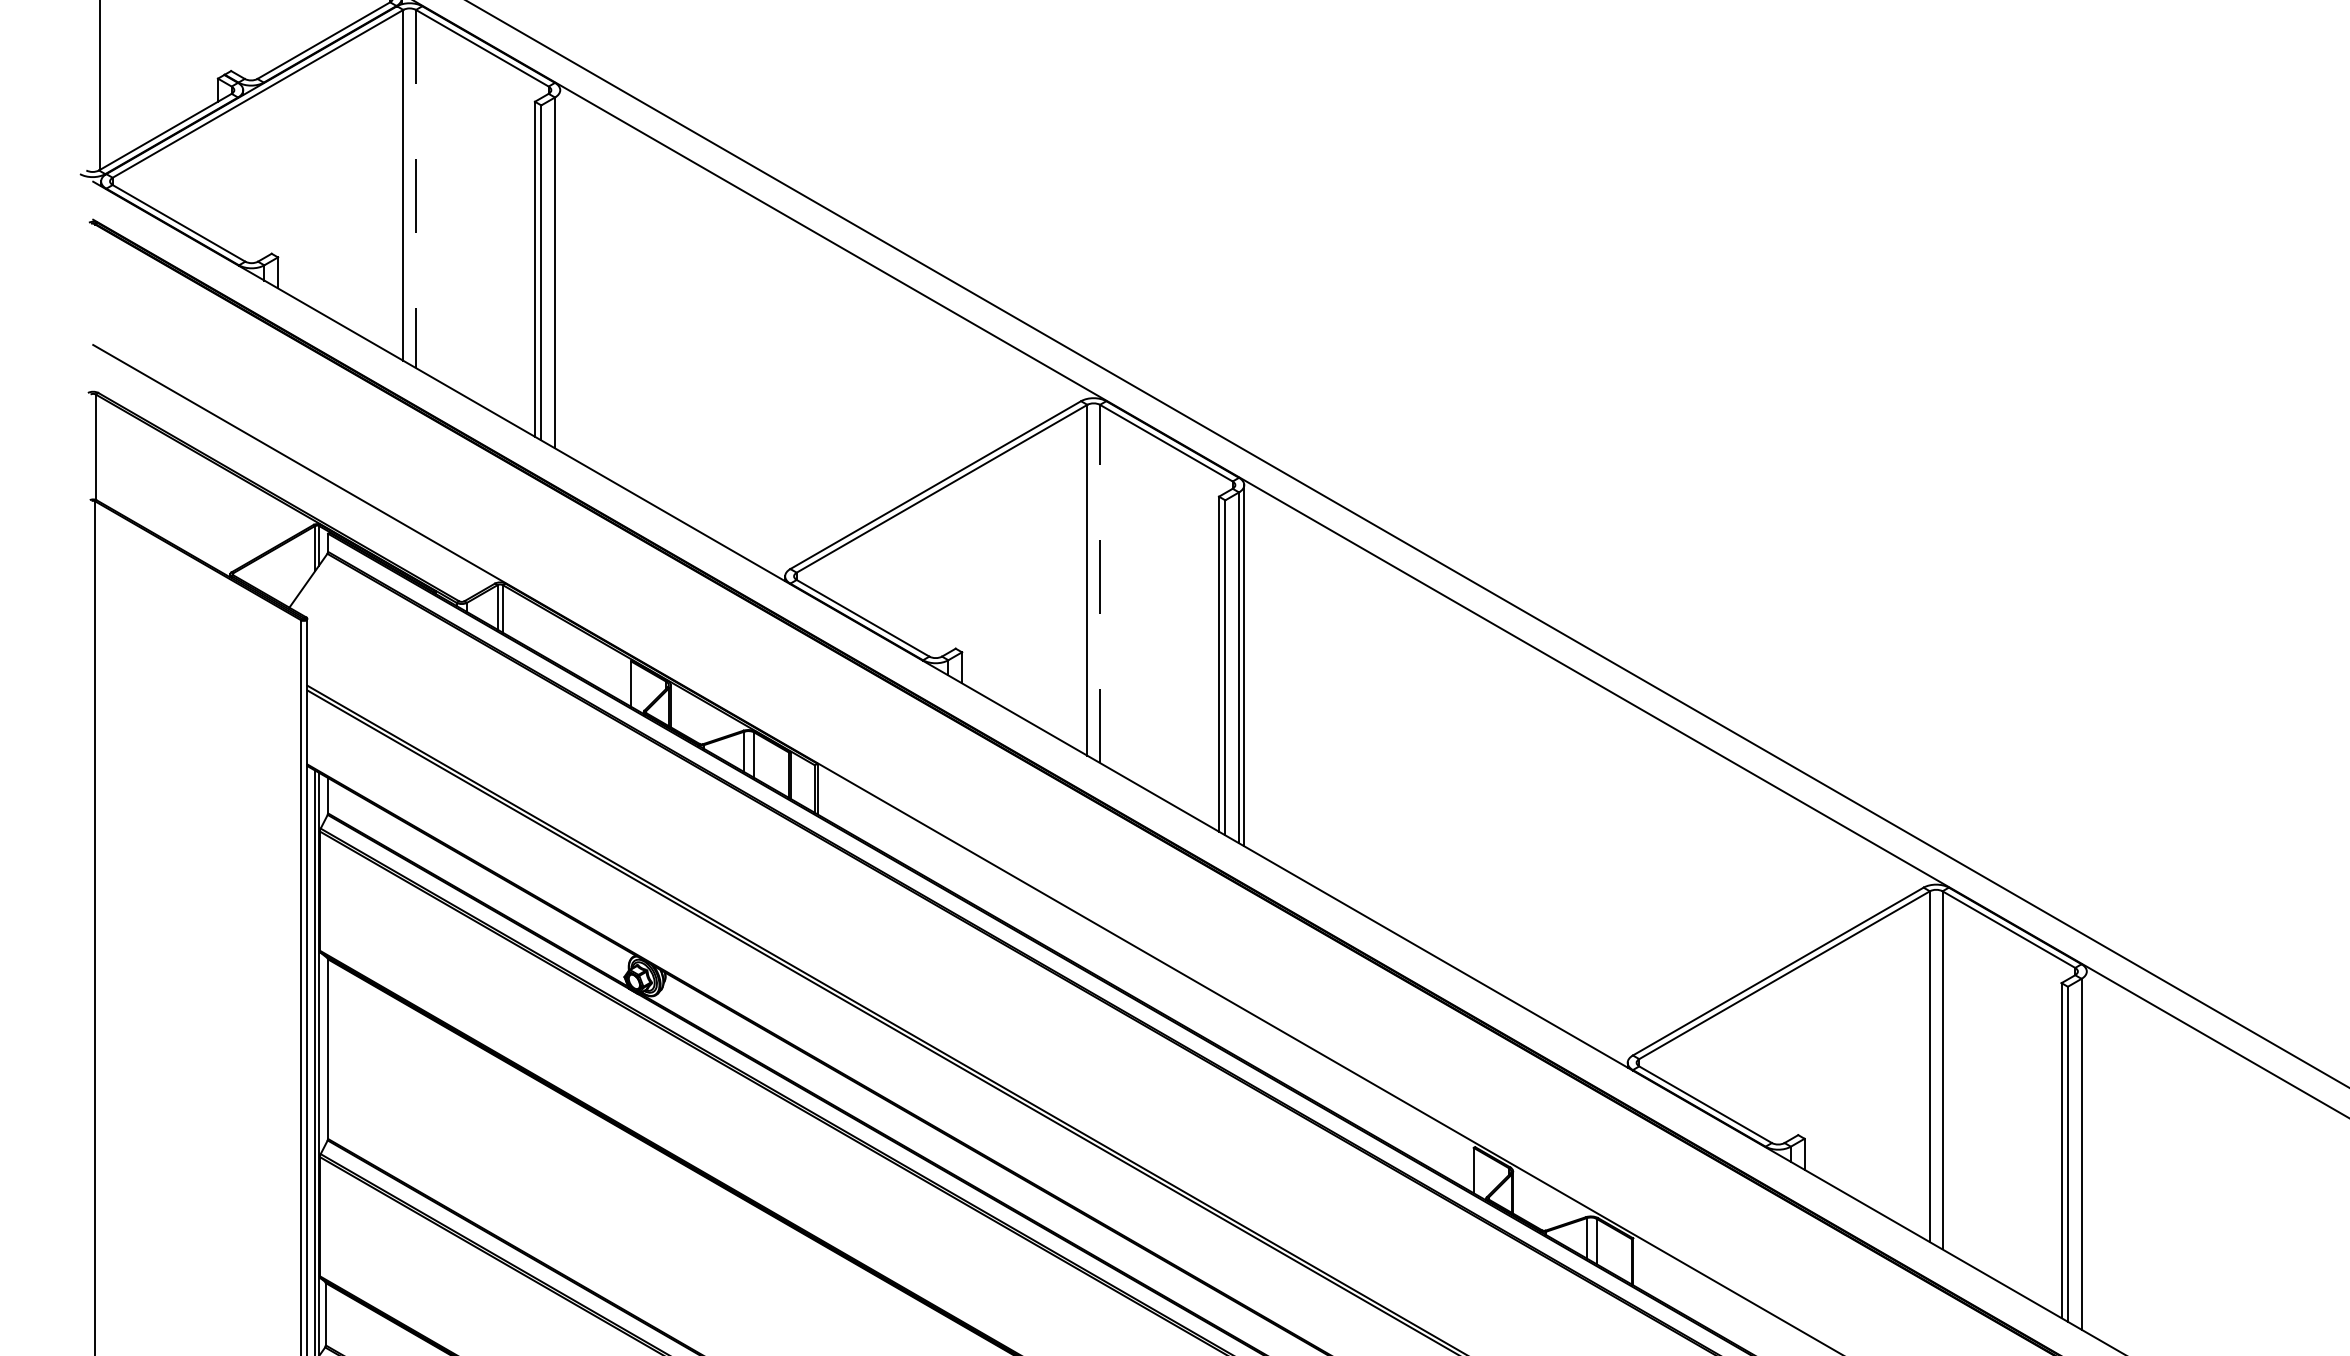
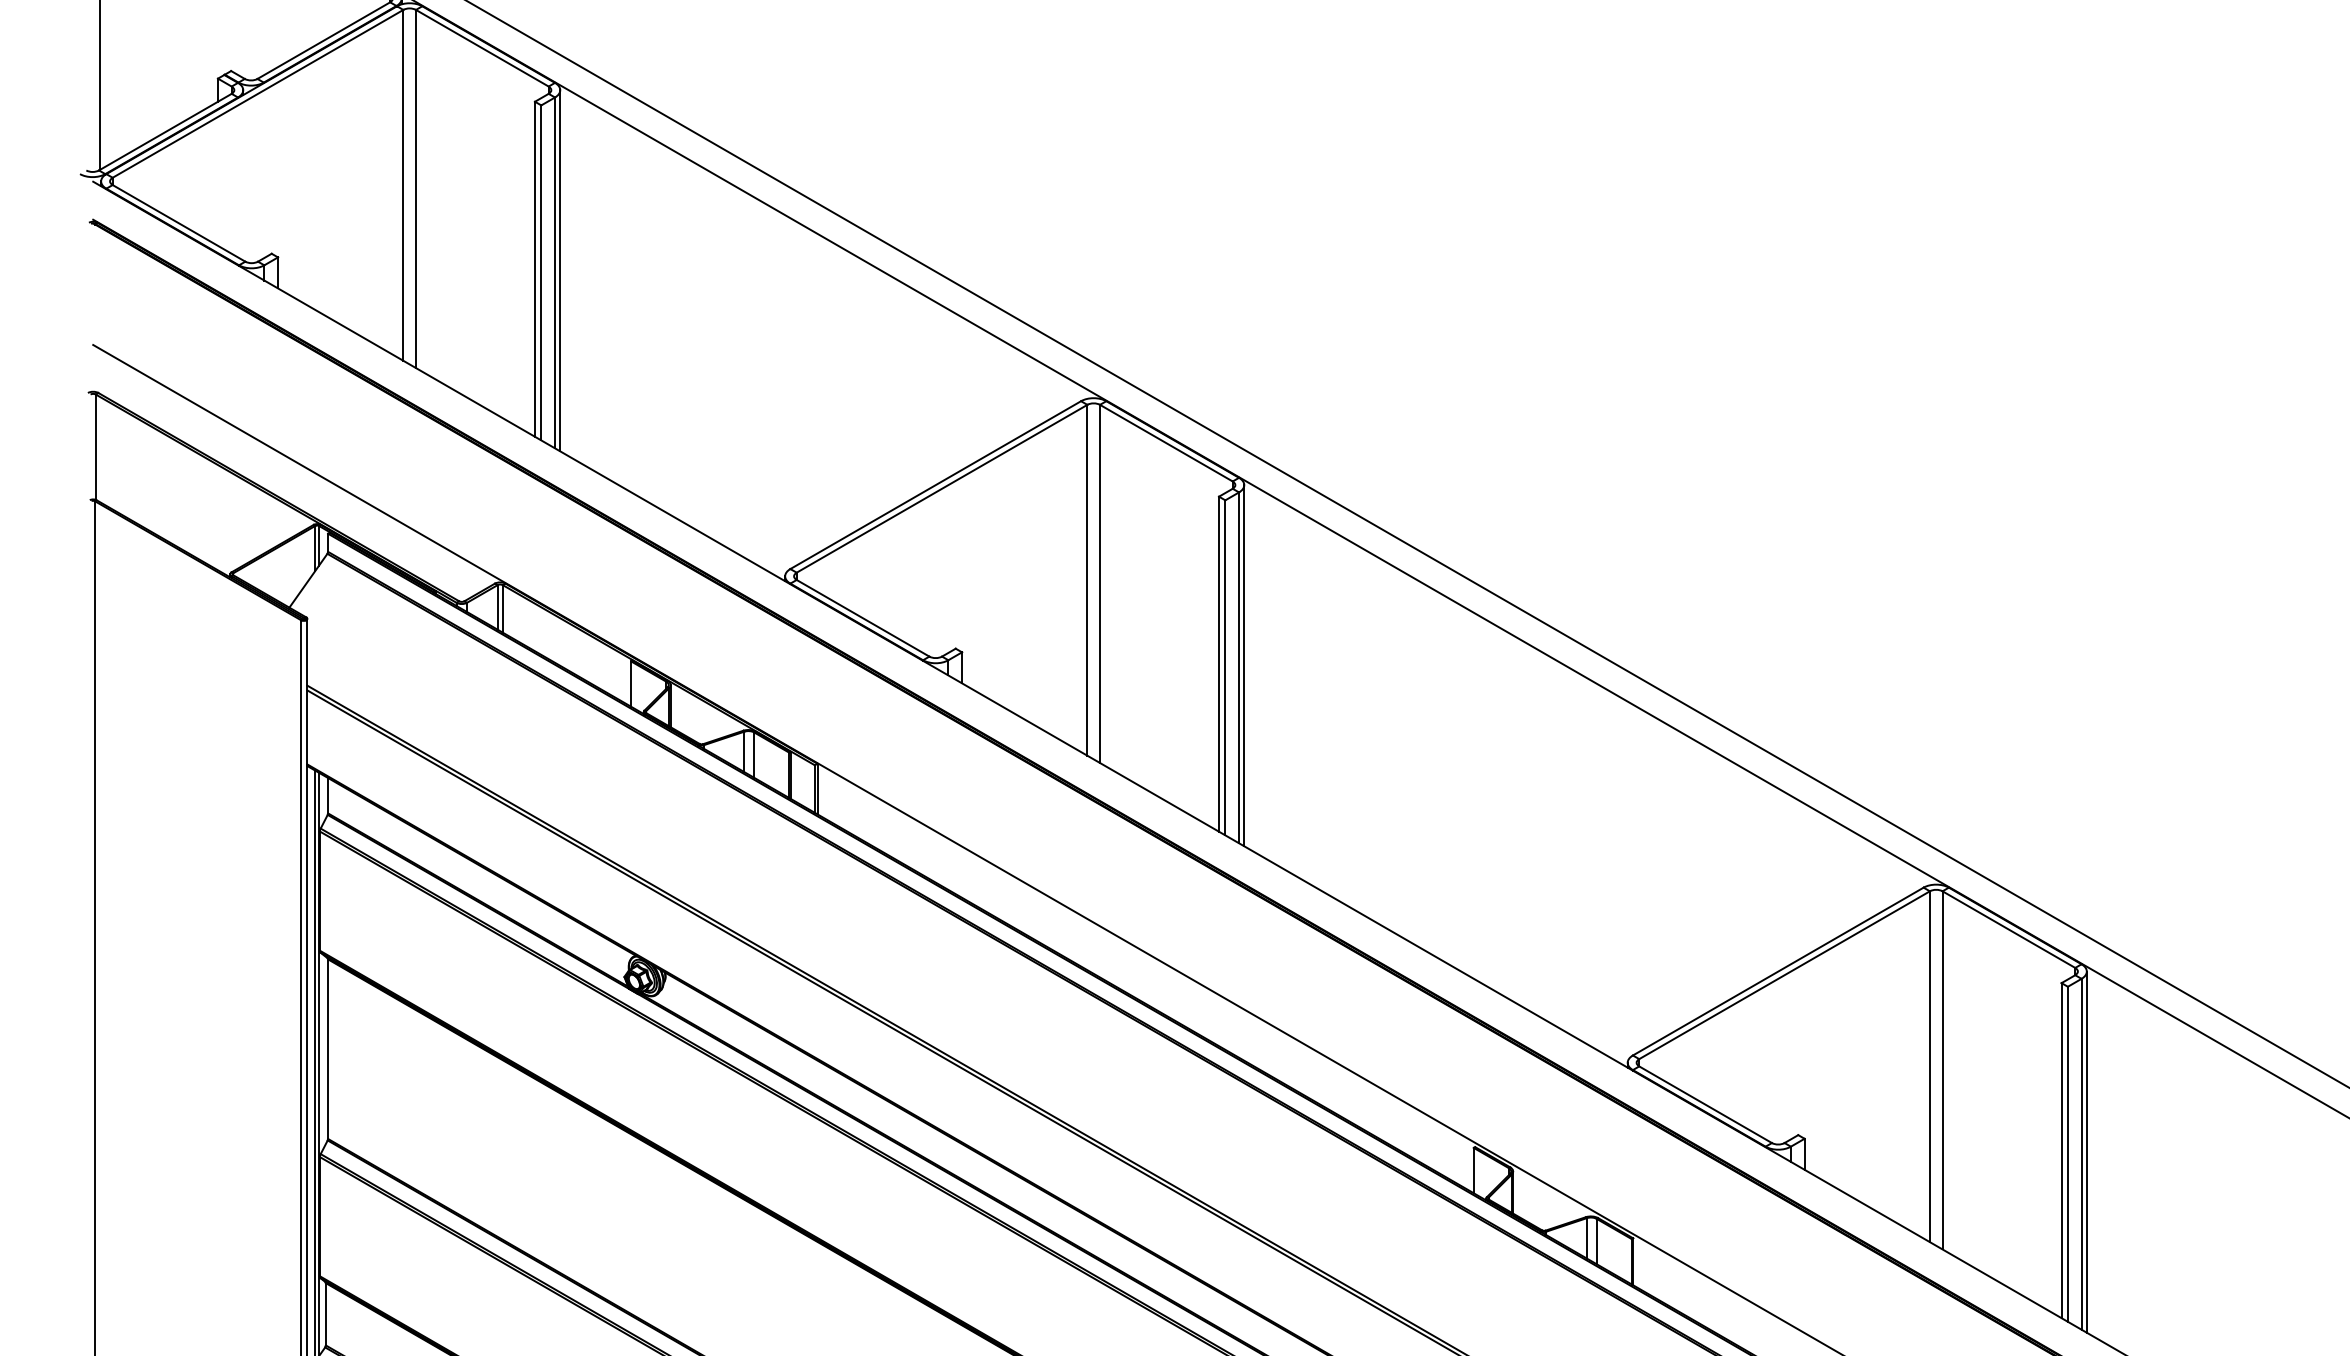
line at (416, 189): dashed -> solid
line at (560, 270): none -> present
line at (1100, 583): dashed -> solid
line at (2086, 1151): none -> present
